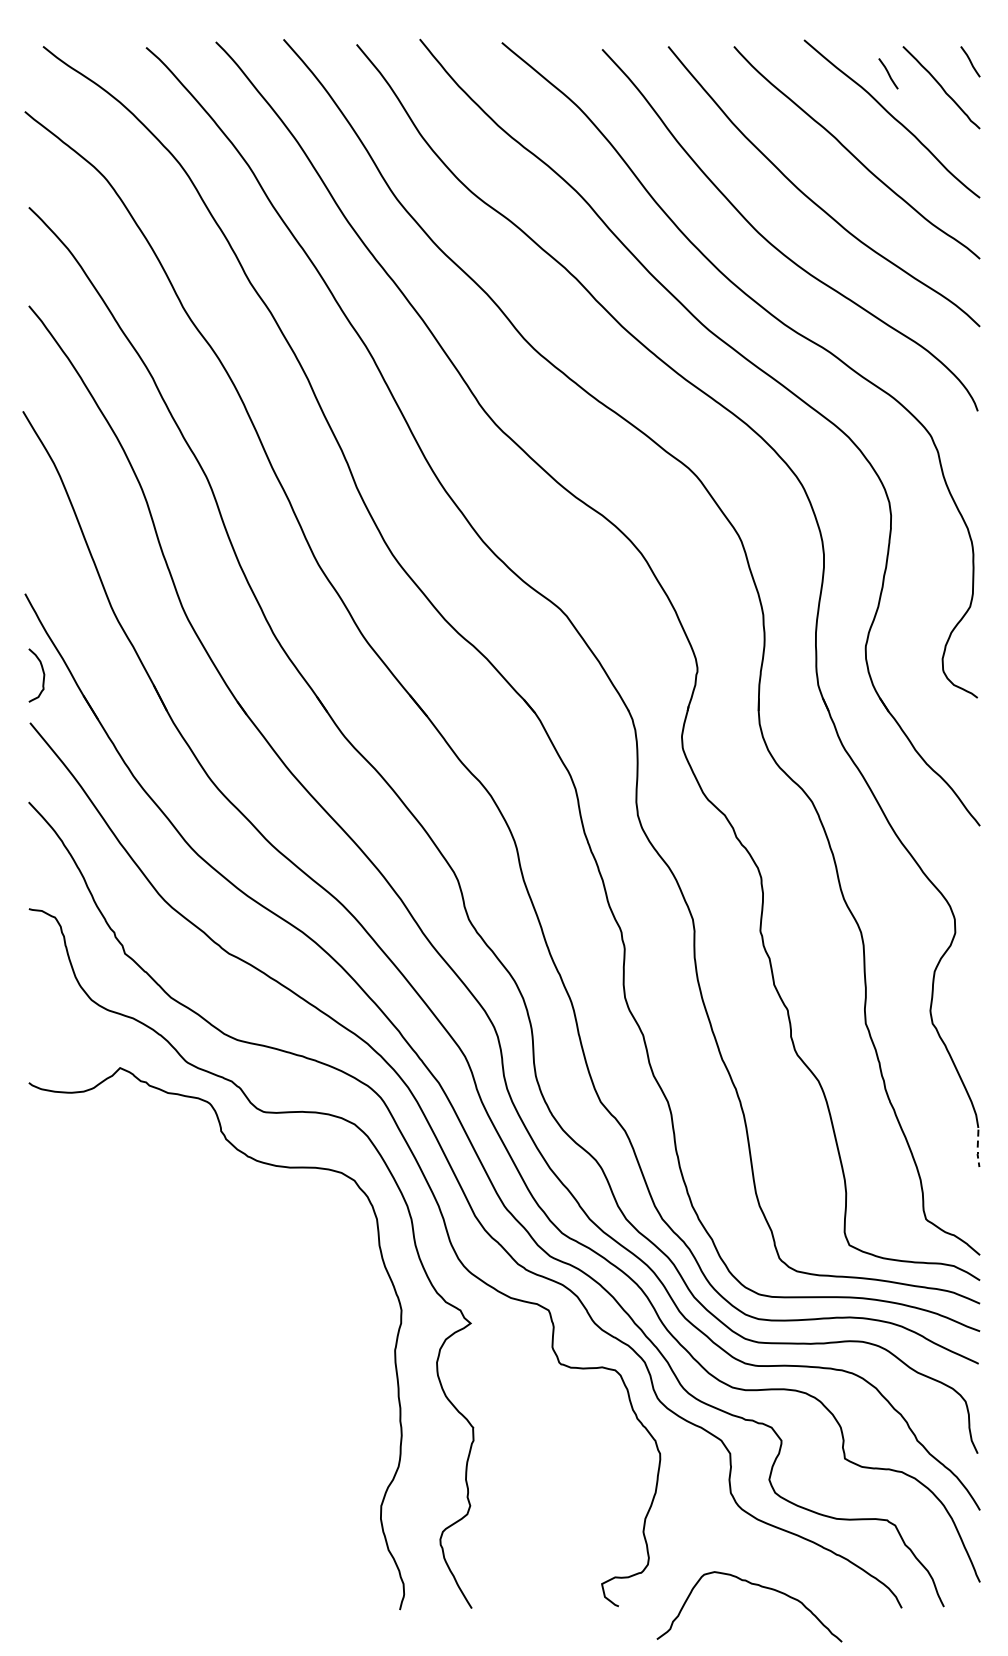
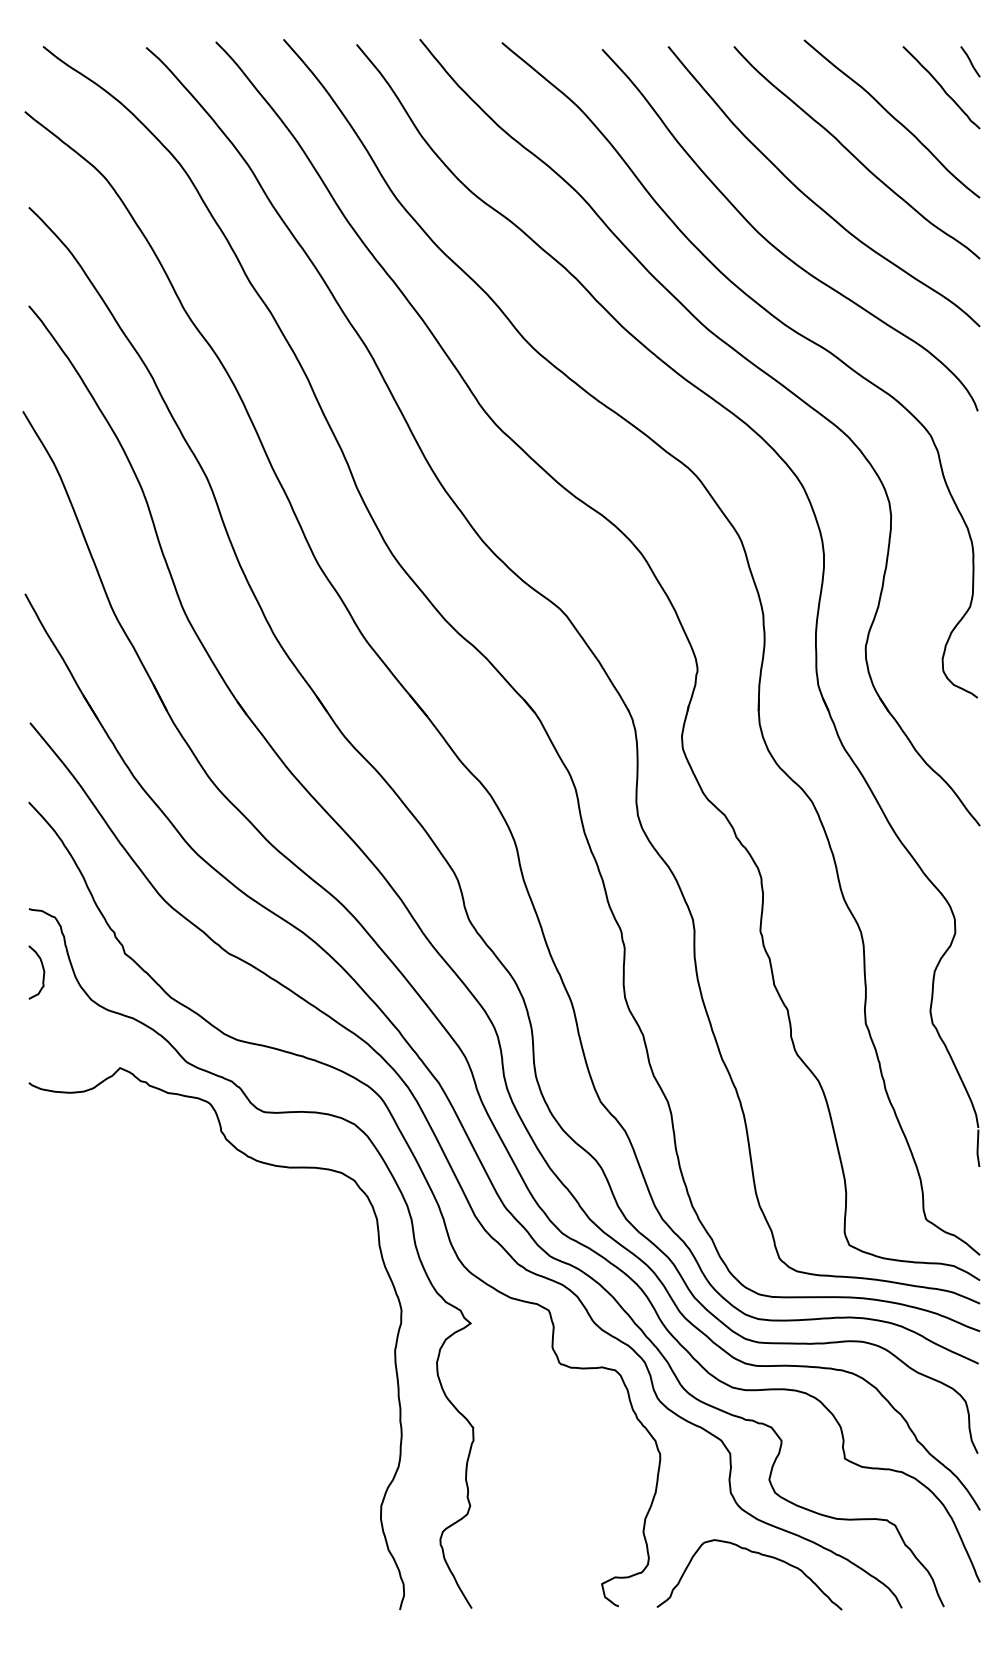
line at (888, 73): present -> none
curve at (42, 672) position: (42, 672) -> (42, 969)
line at (977, 1150): dashed -> solid
curve at (754, 1585) position: (754, 1585) -> (754, 1553)
